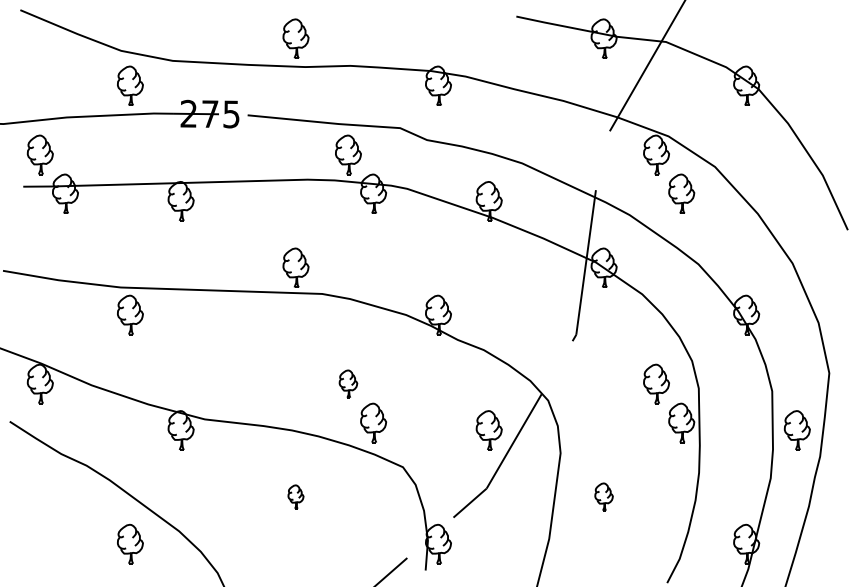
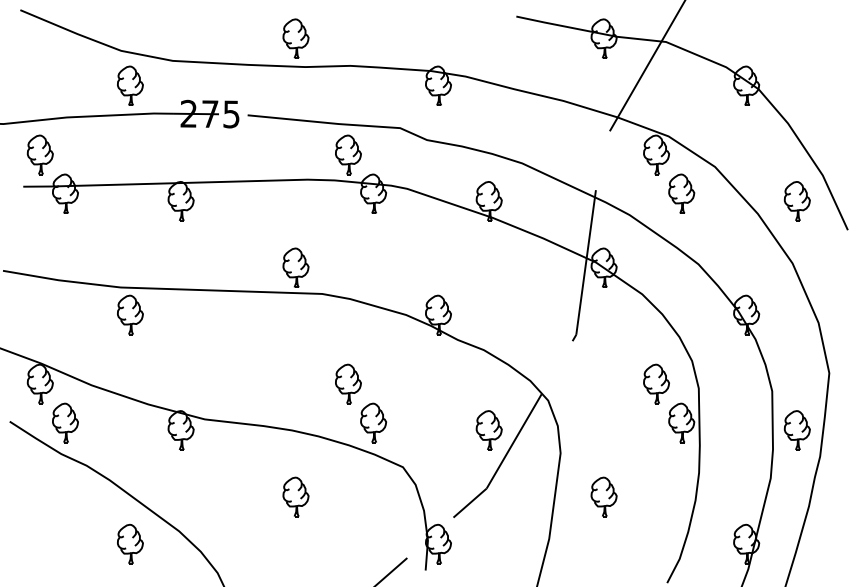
part at (796, 201): none -> present
part at (348, 383) size: 21x30 px -> 27x42 px
part at (65, 422): none -> present
part at (295, 496) size: 18x26 px -> 28x42 px
part at (603, 496) size: 20x30 px -> 28x42 px
